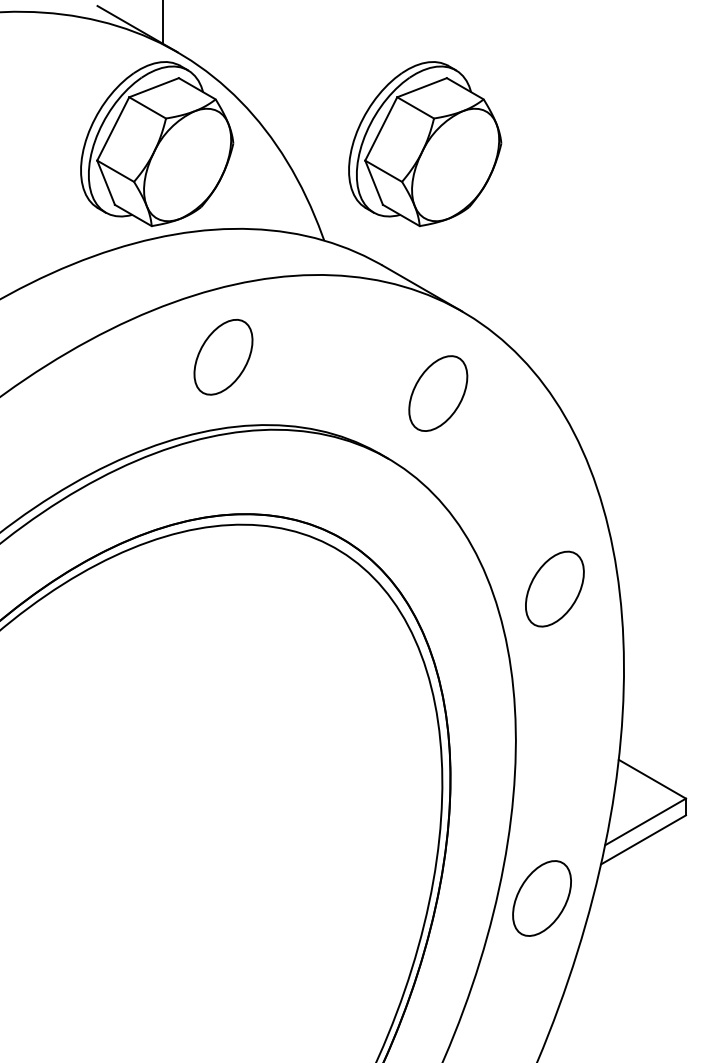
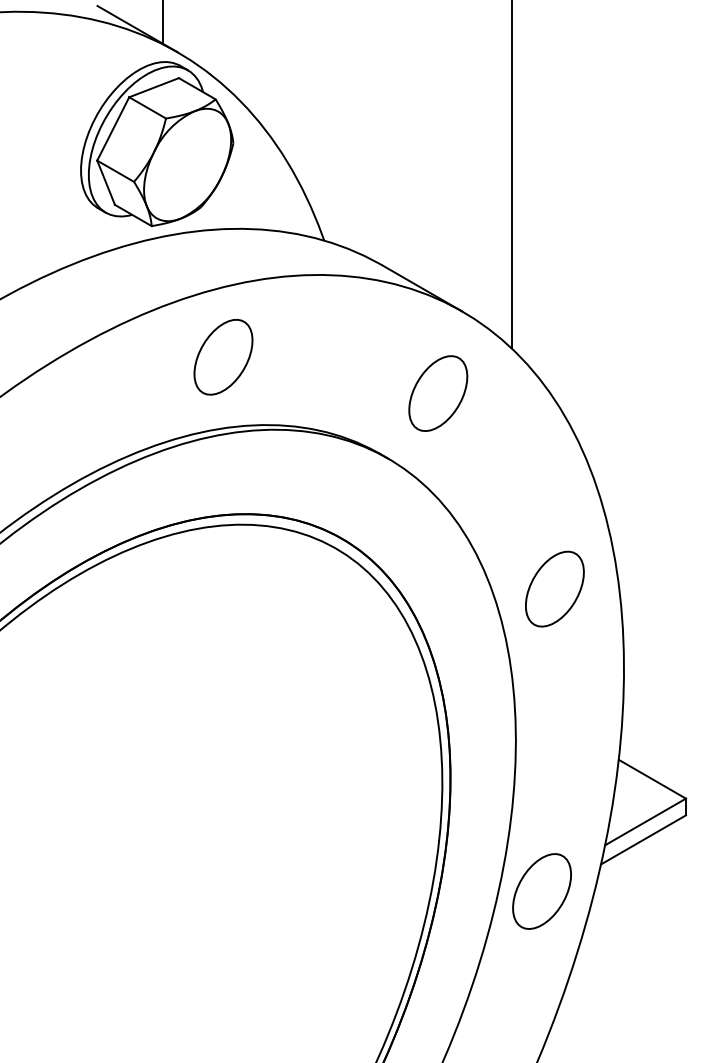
part at (425, 144): present -> none
line at (511, 175): none -> present
part at (541, 898) position: (541, 898) -> (541, 891)
